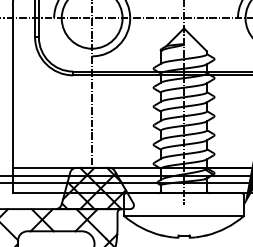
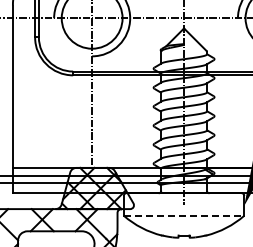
line at (184, 215): solid -> dashed
